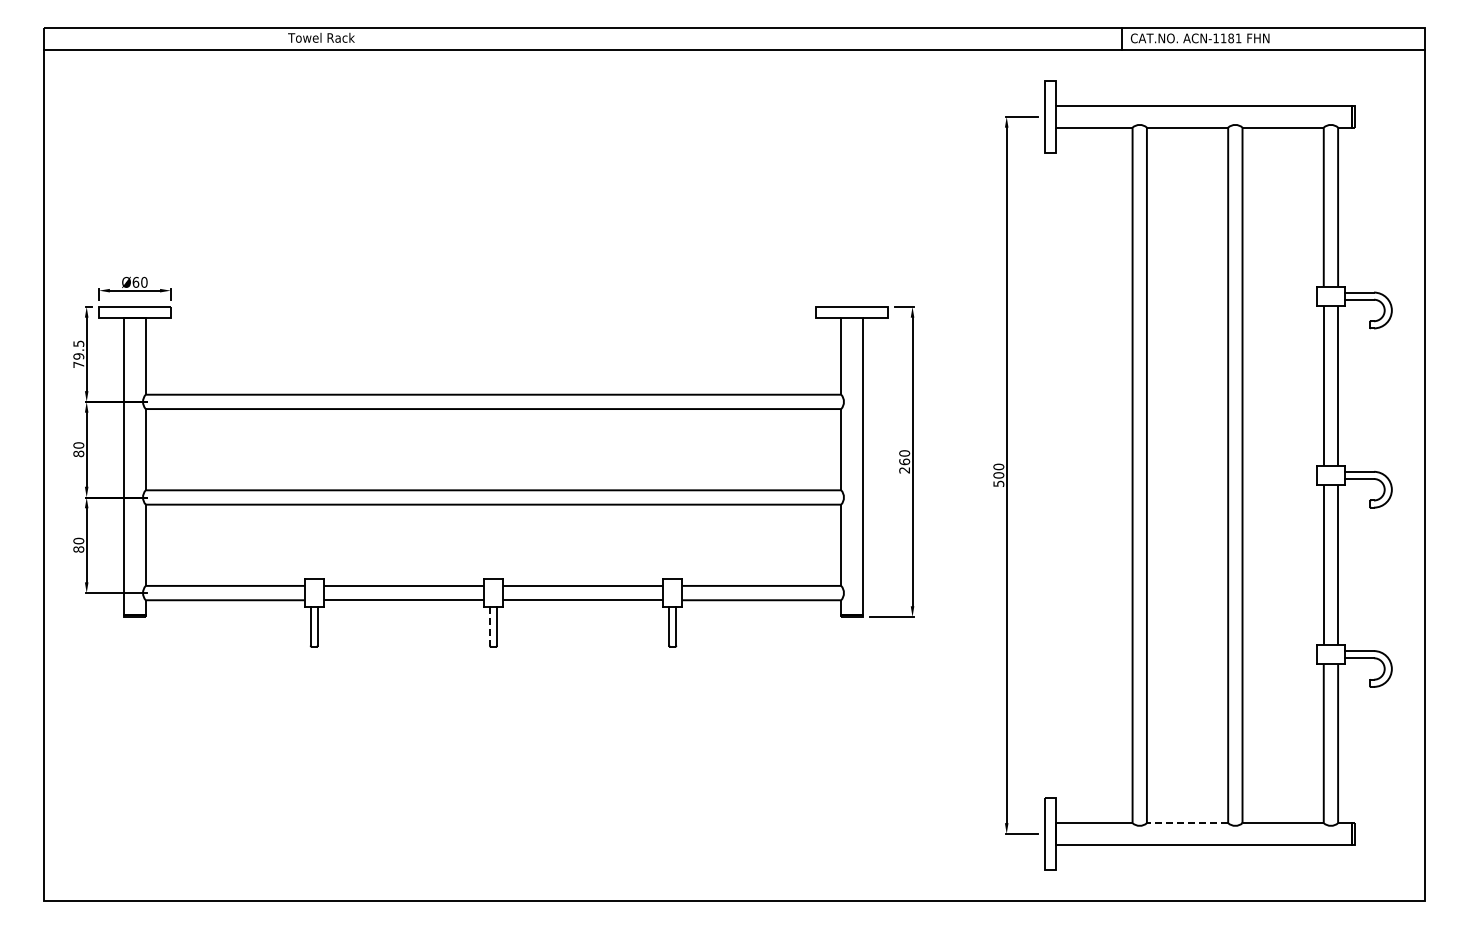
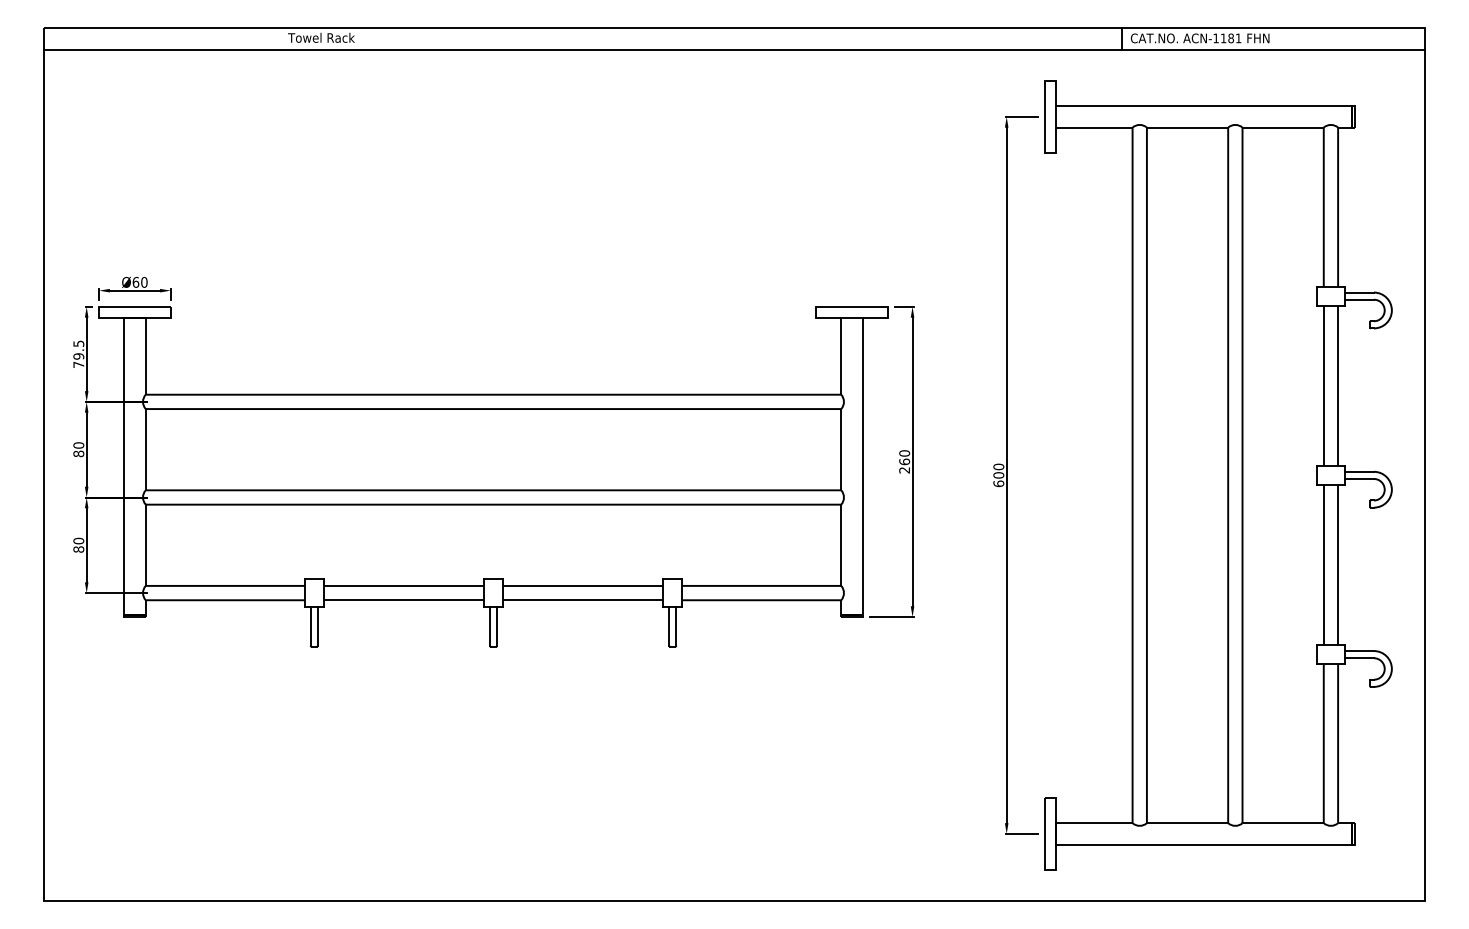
text at (998, 483): 500 -> 600
line at (489, 627): dashed -> solid
line at (1187, 823): dashed -> solid
